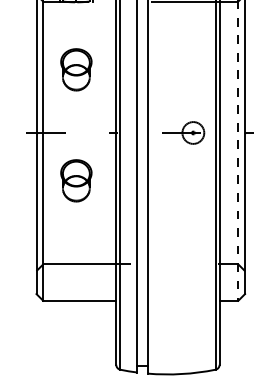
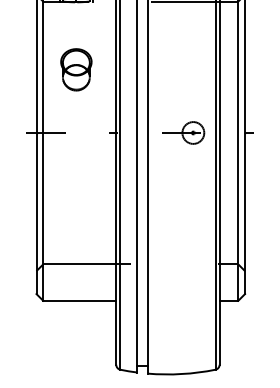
line at (238, 150): dashed -> solid
part at (76, 180): present -> none
